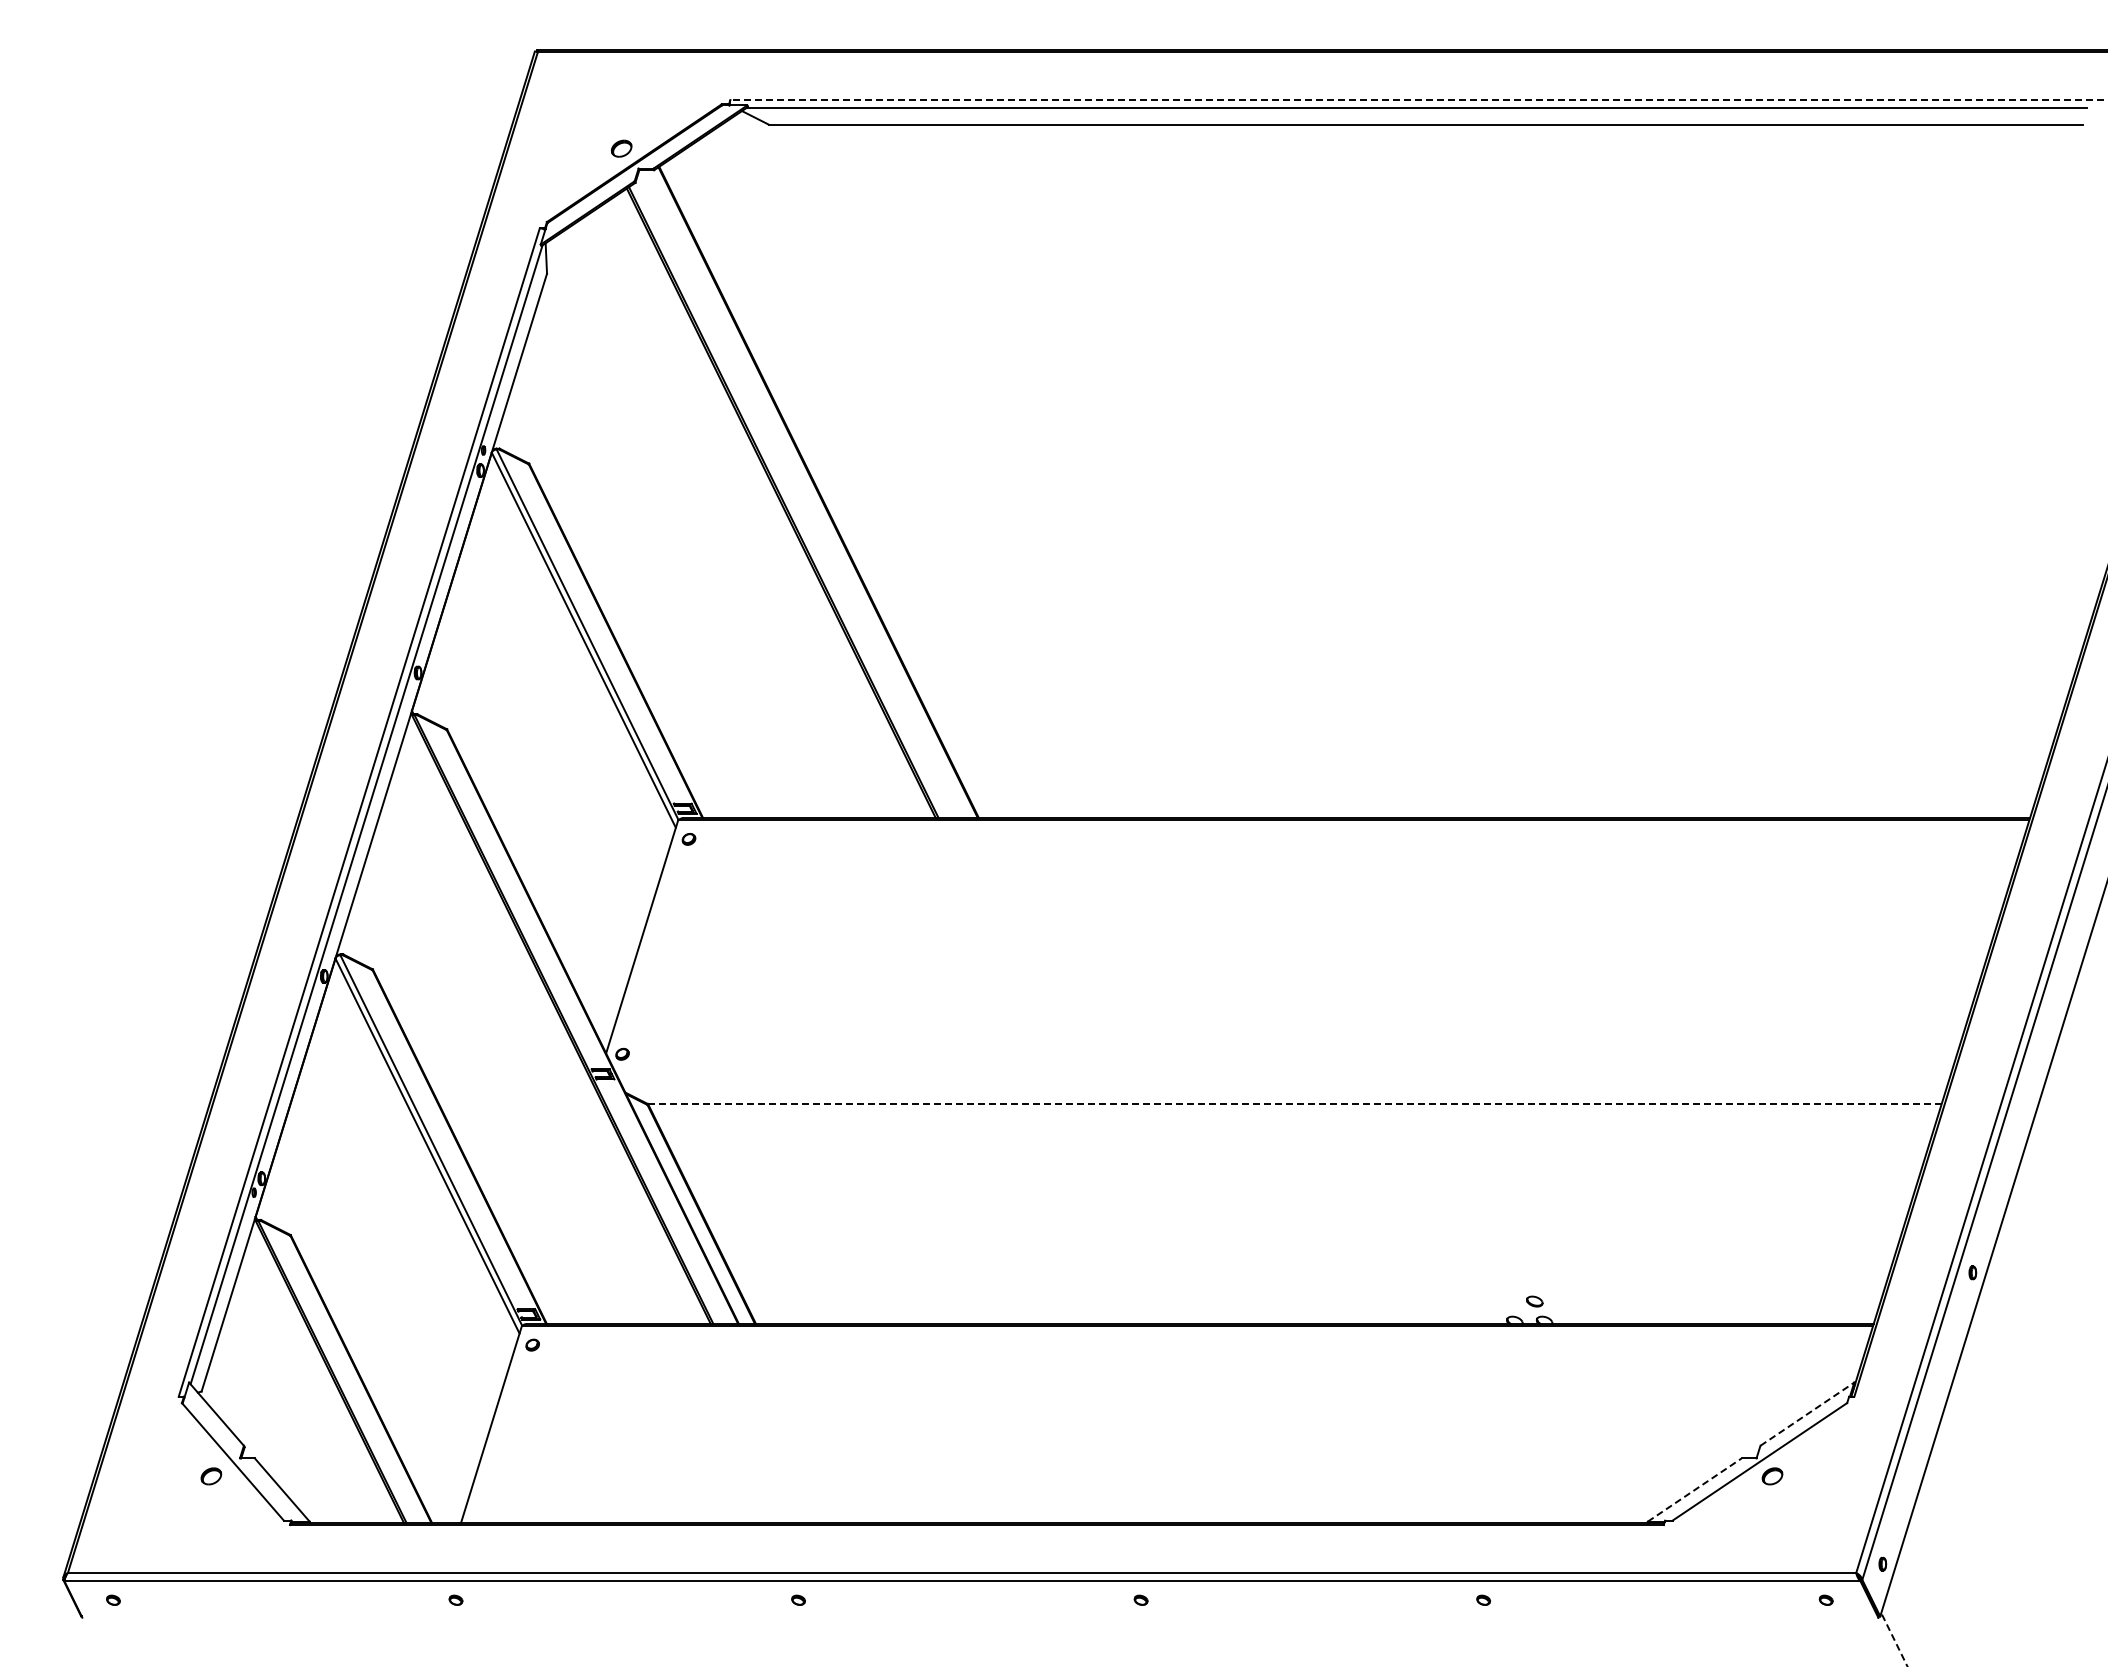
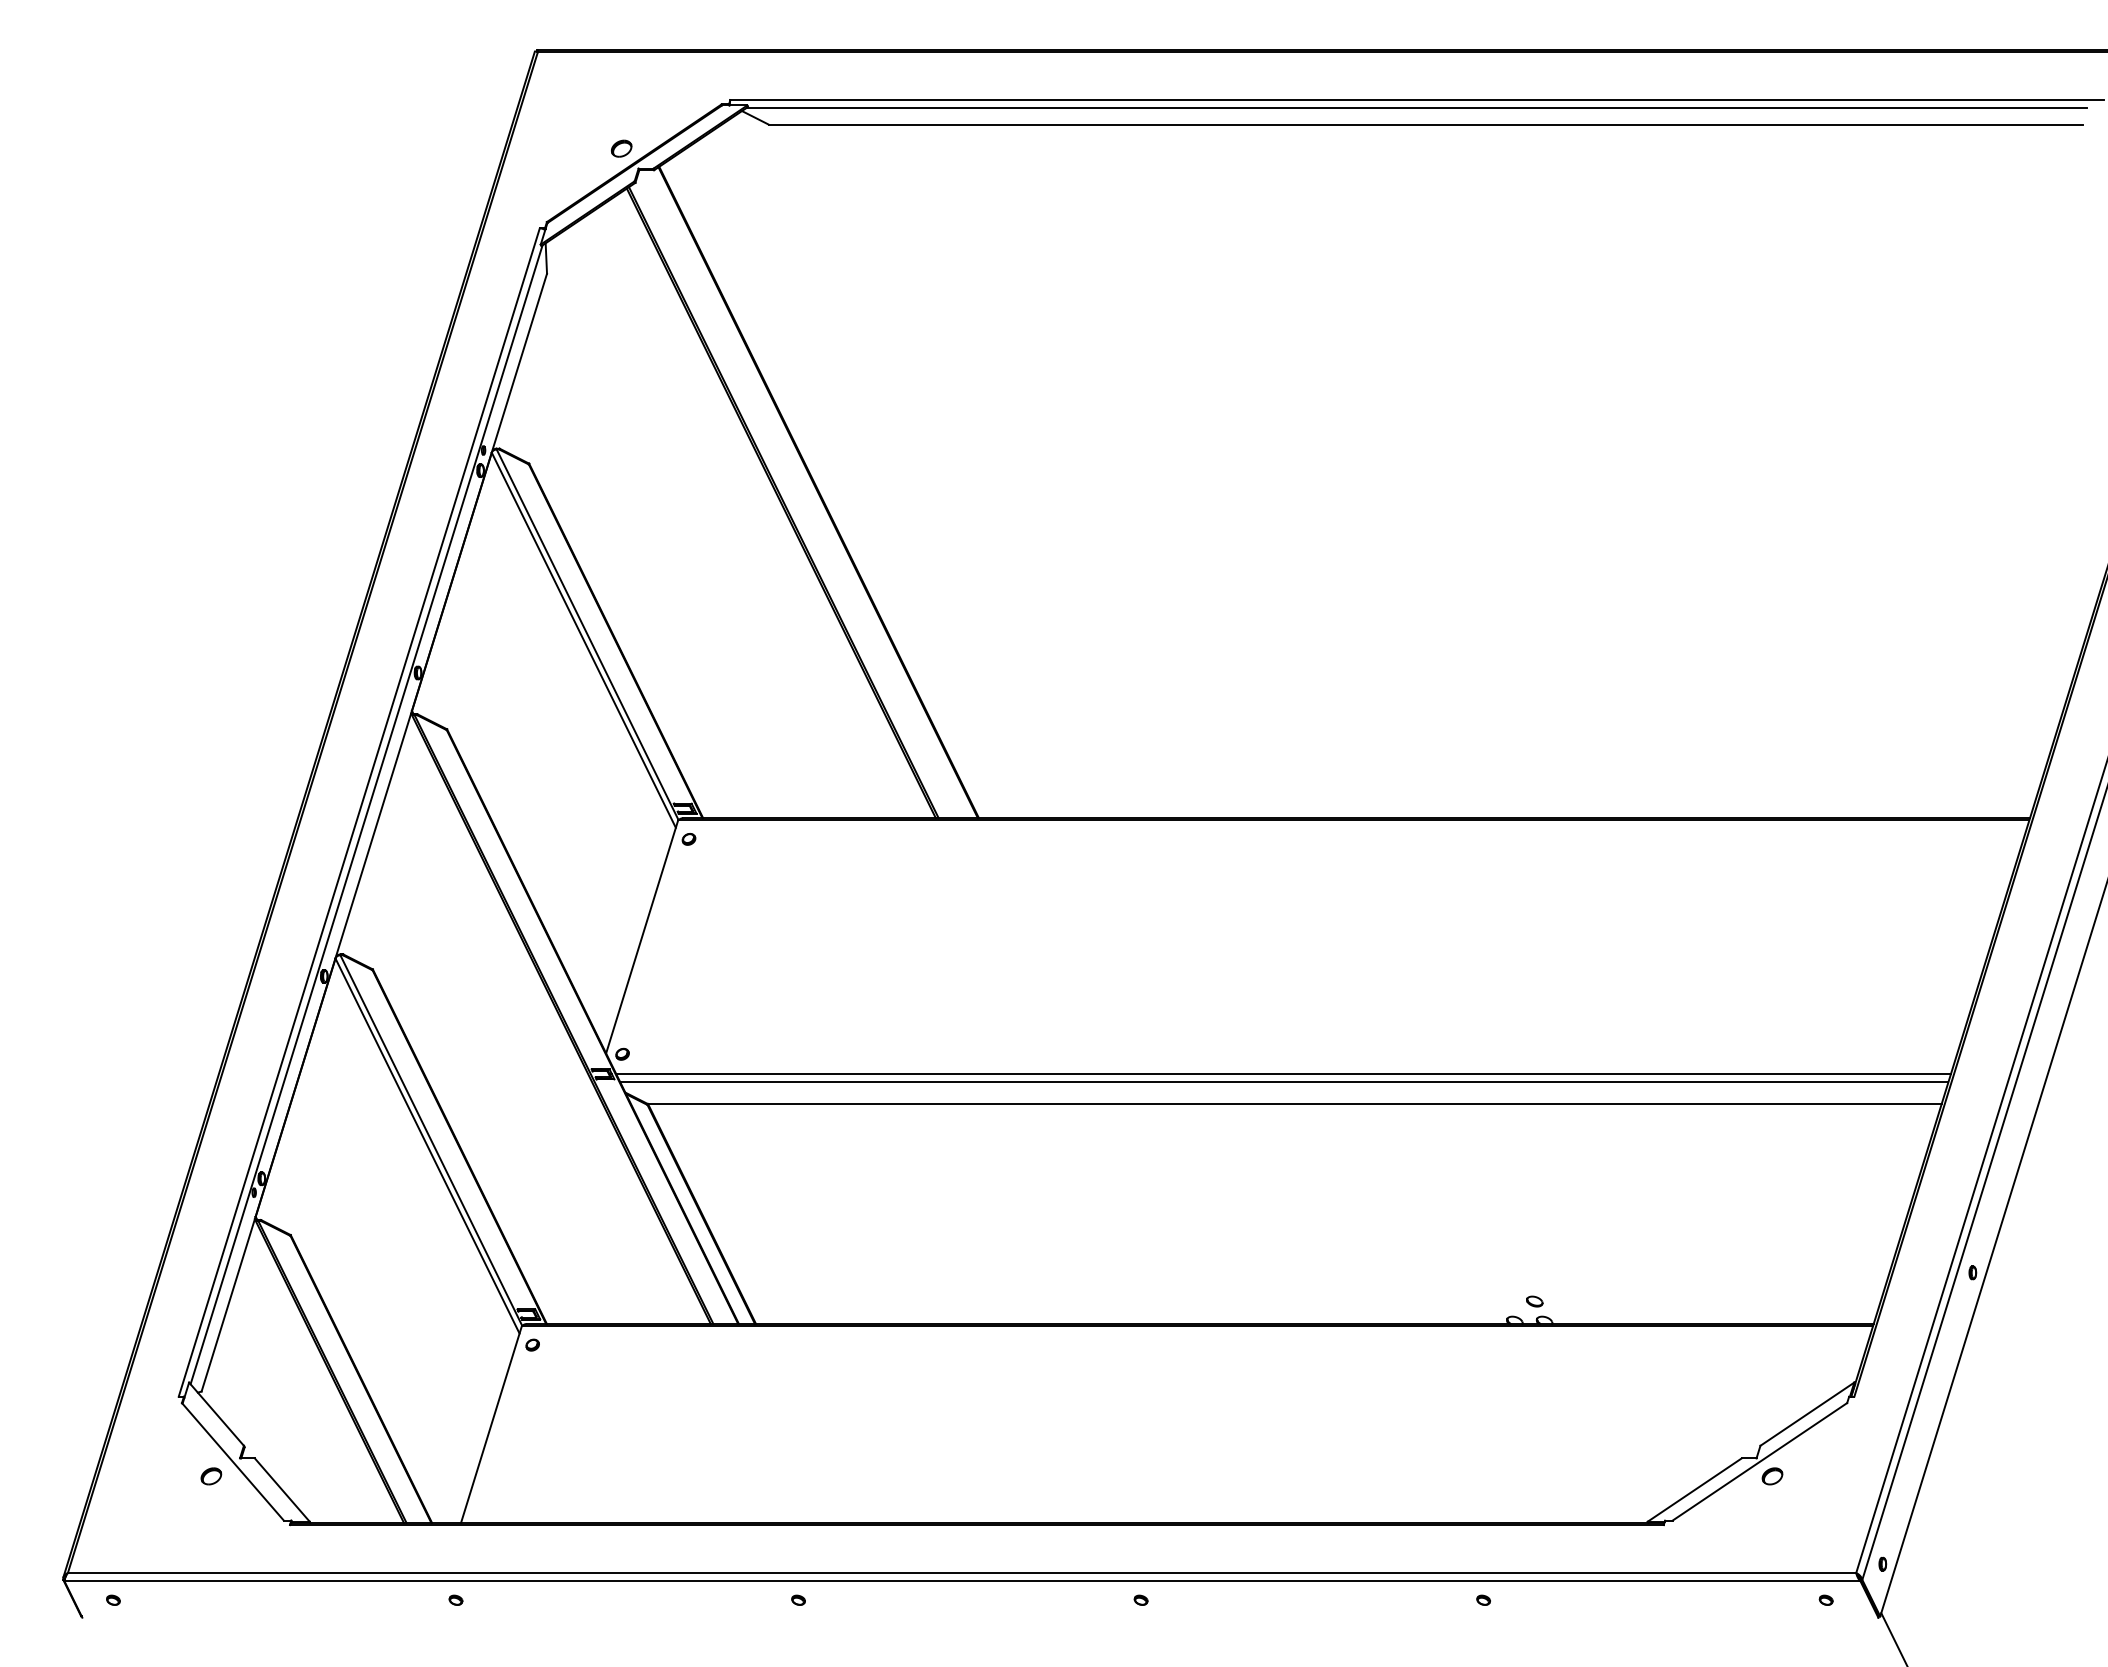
line at (1417, 100): dashed -> solid
line at (1283, 1074): none -> present
line at (1284, 1082): none -> present
line at (1294, 1103): dashed -> solid
line at (1807, 1414): dashed -> solid
line at (1694, 1490): dashed -> solid
line at (1894, 1640): dashed -> solid
